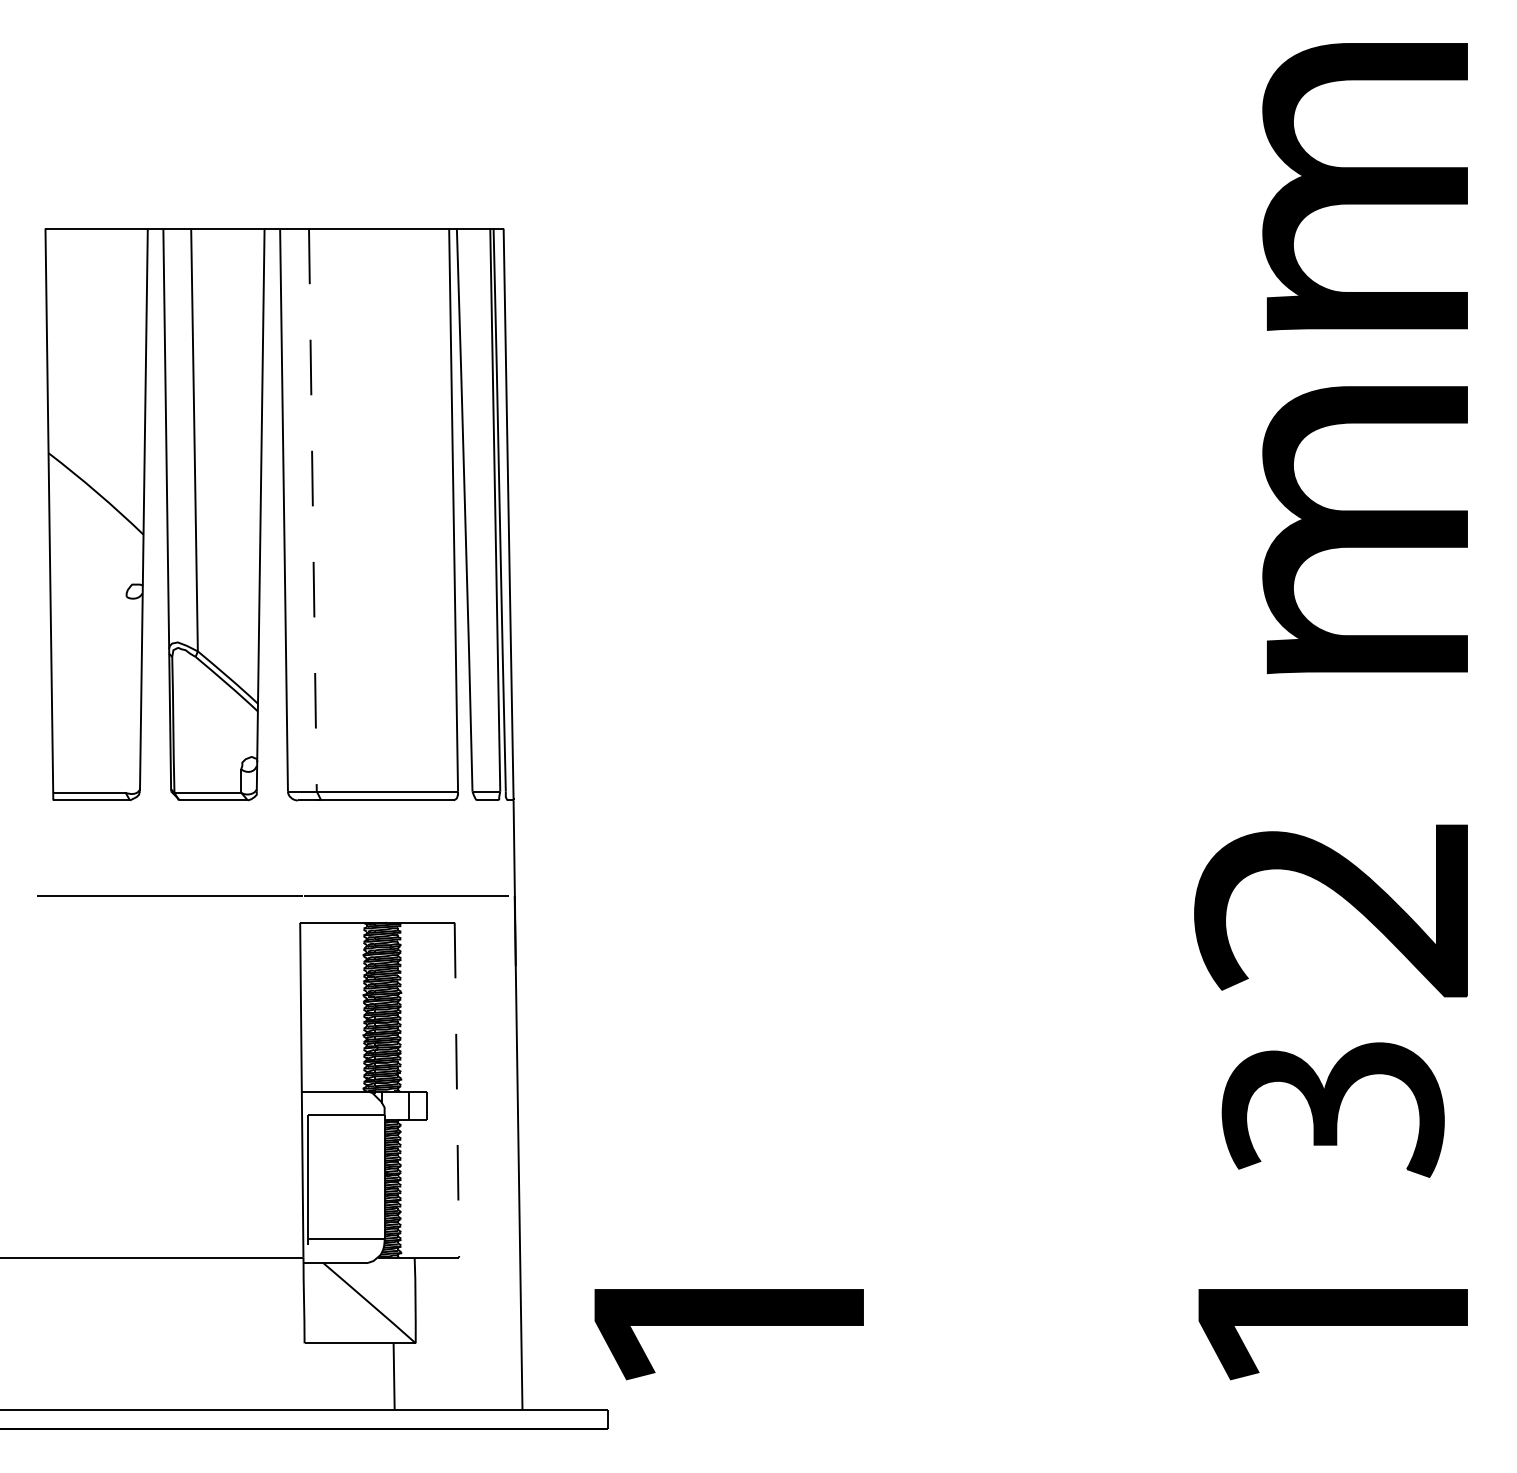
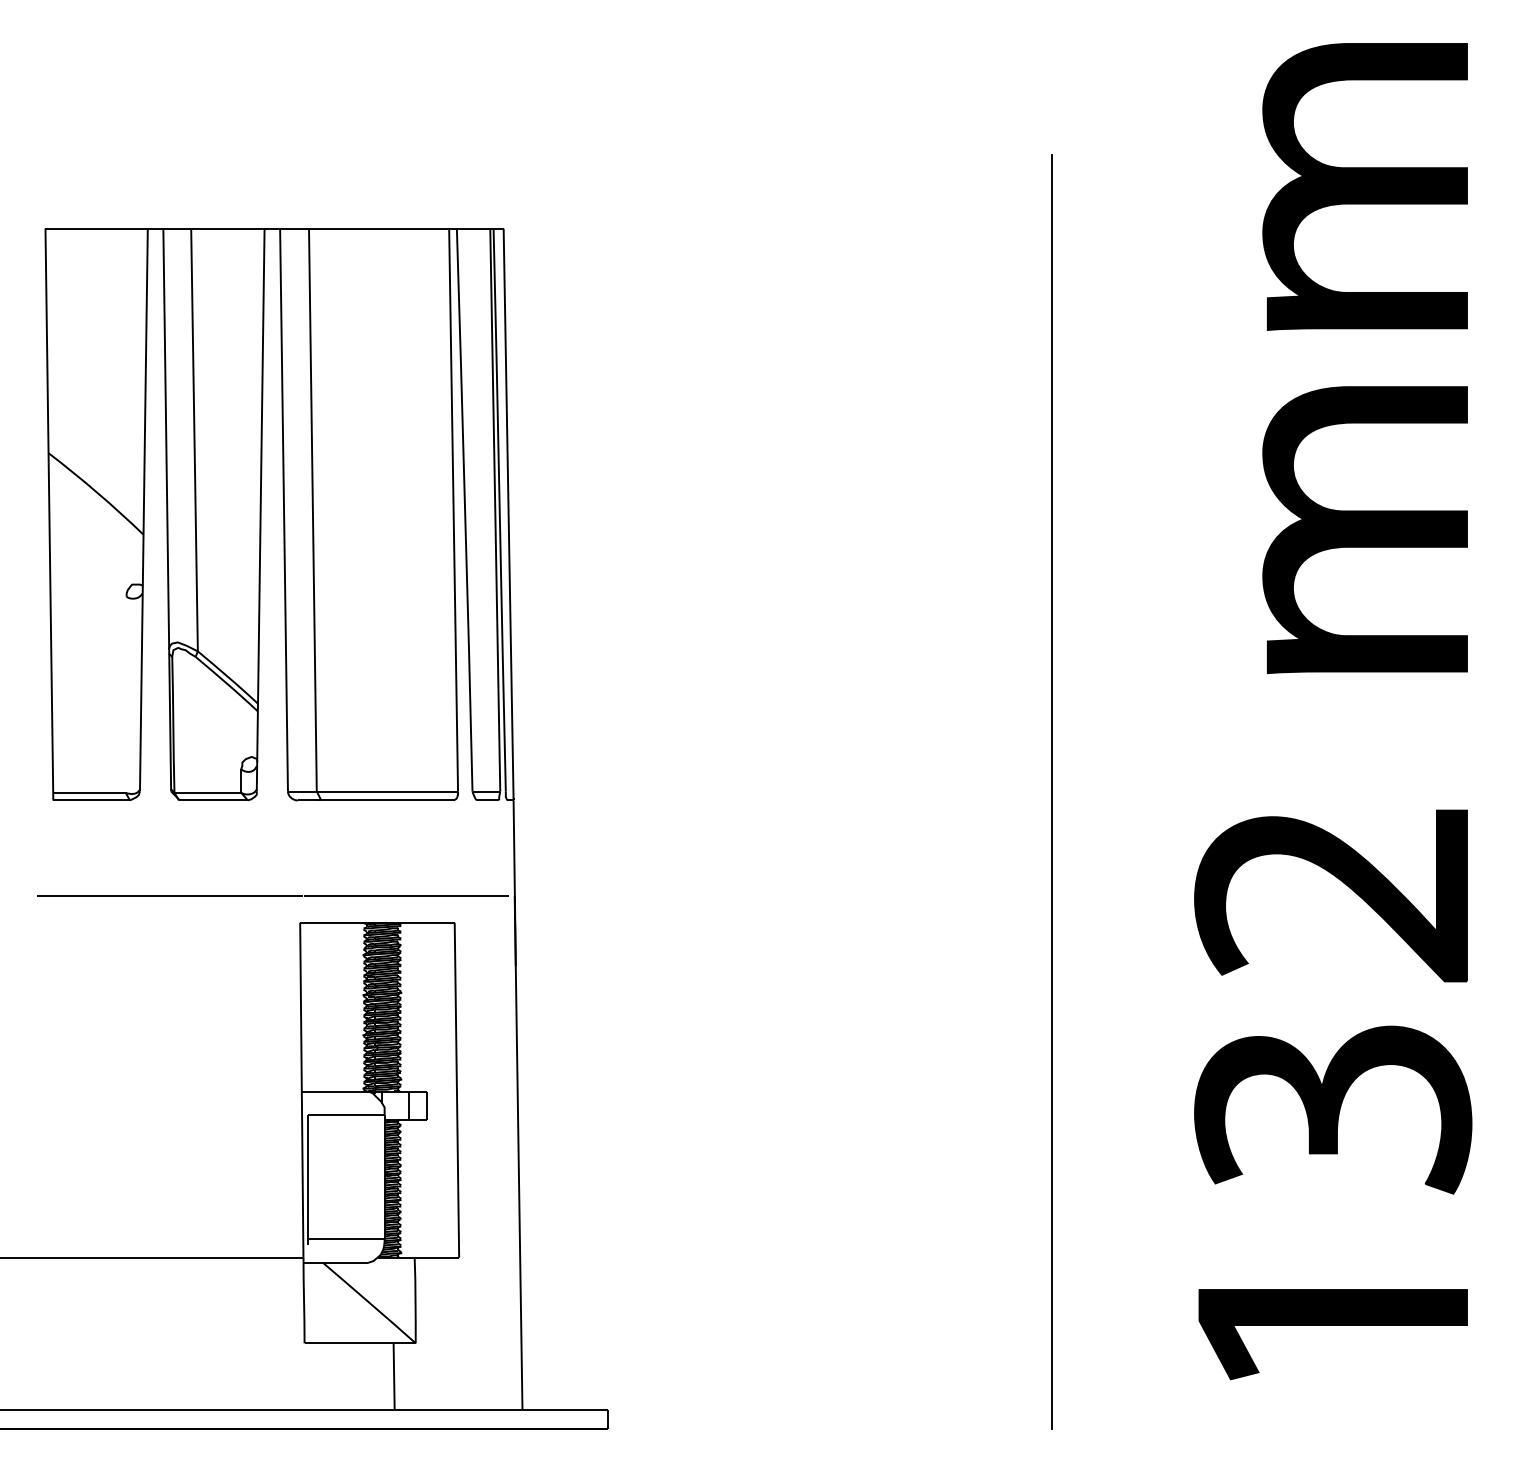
line at (312, 510): dashed -> solid
line at (1051, 791): none -> present
part at (1339, 895) position: (1339, 895) -> (1339, 880)
line at (456, 1090): dashed -> solid
part at (1332, 1109) size: 224x136 px -> 279x170 px
part at (728, 1325): present -> none
